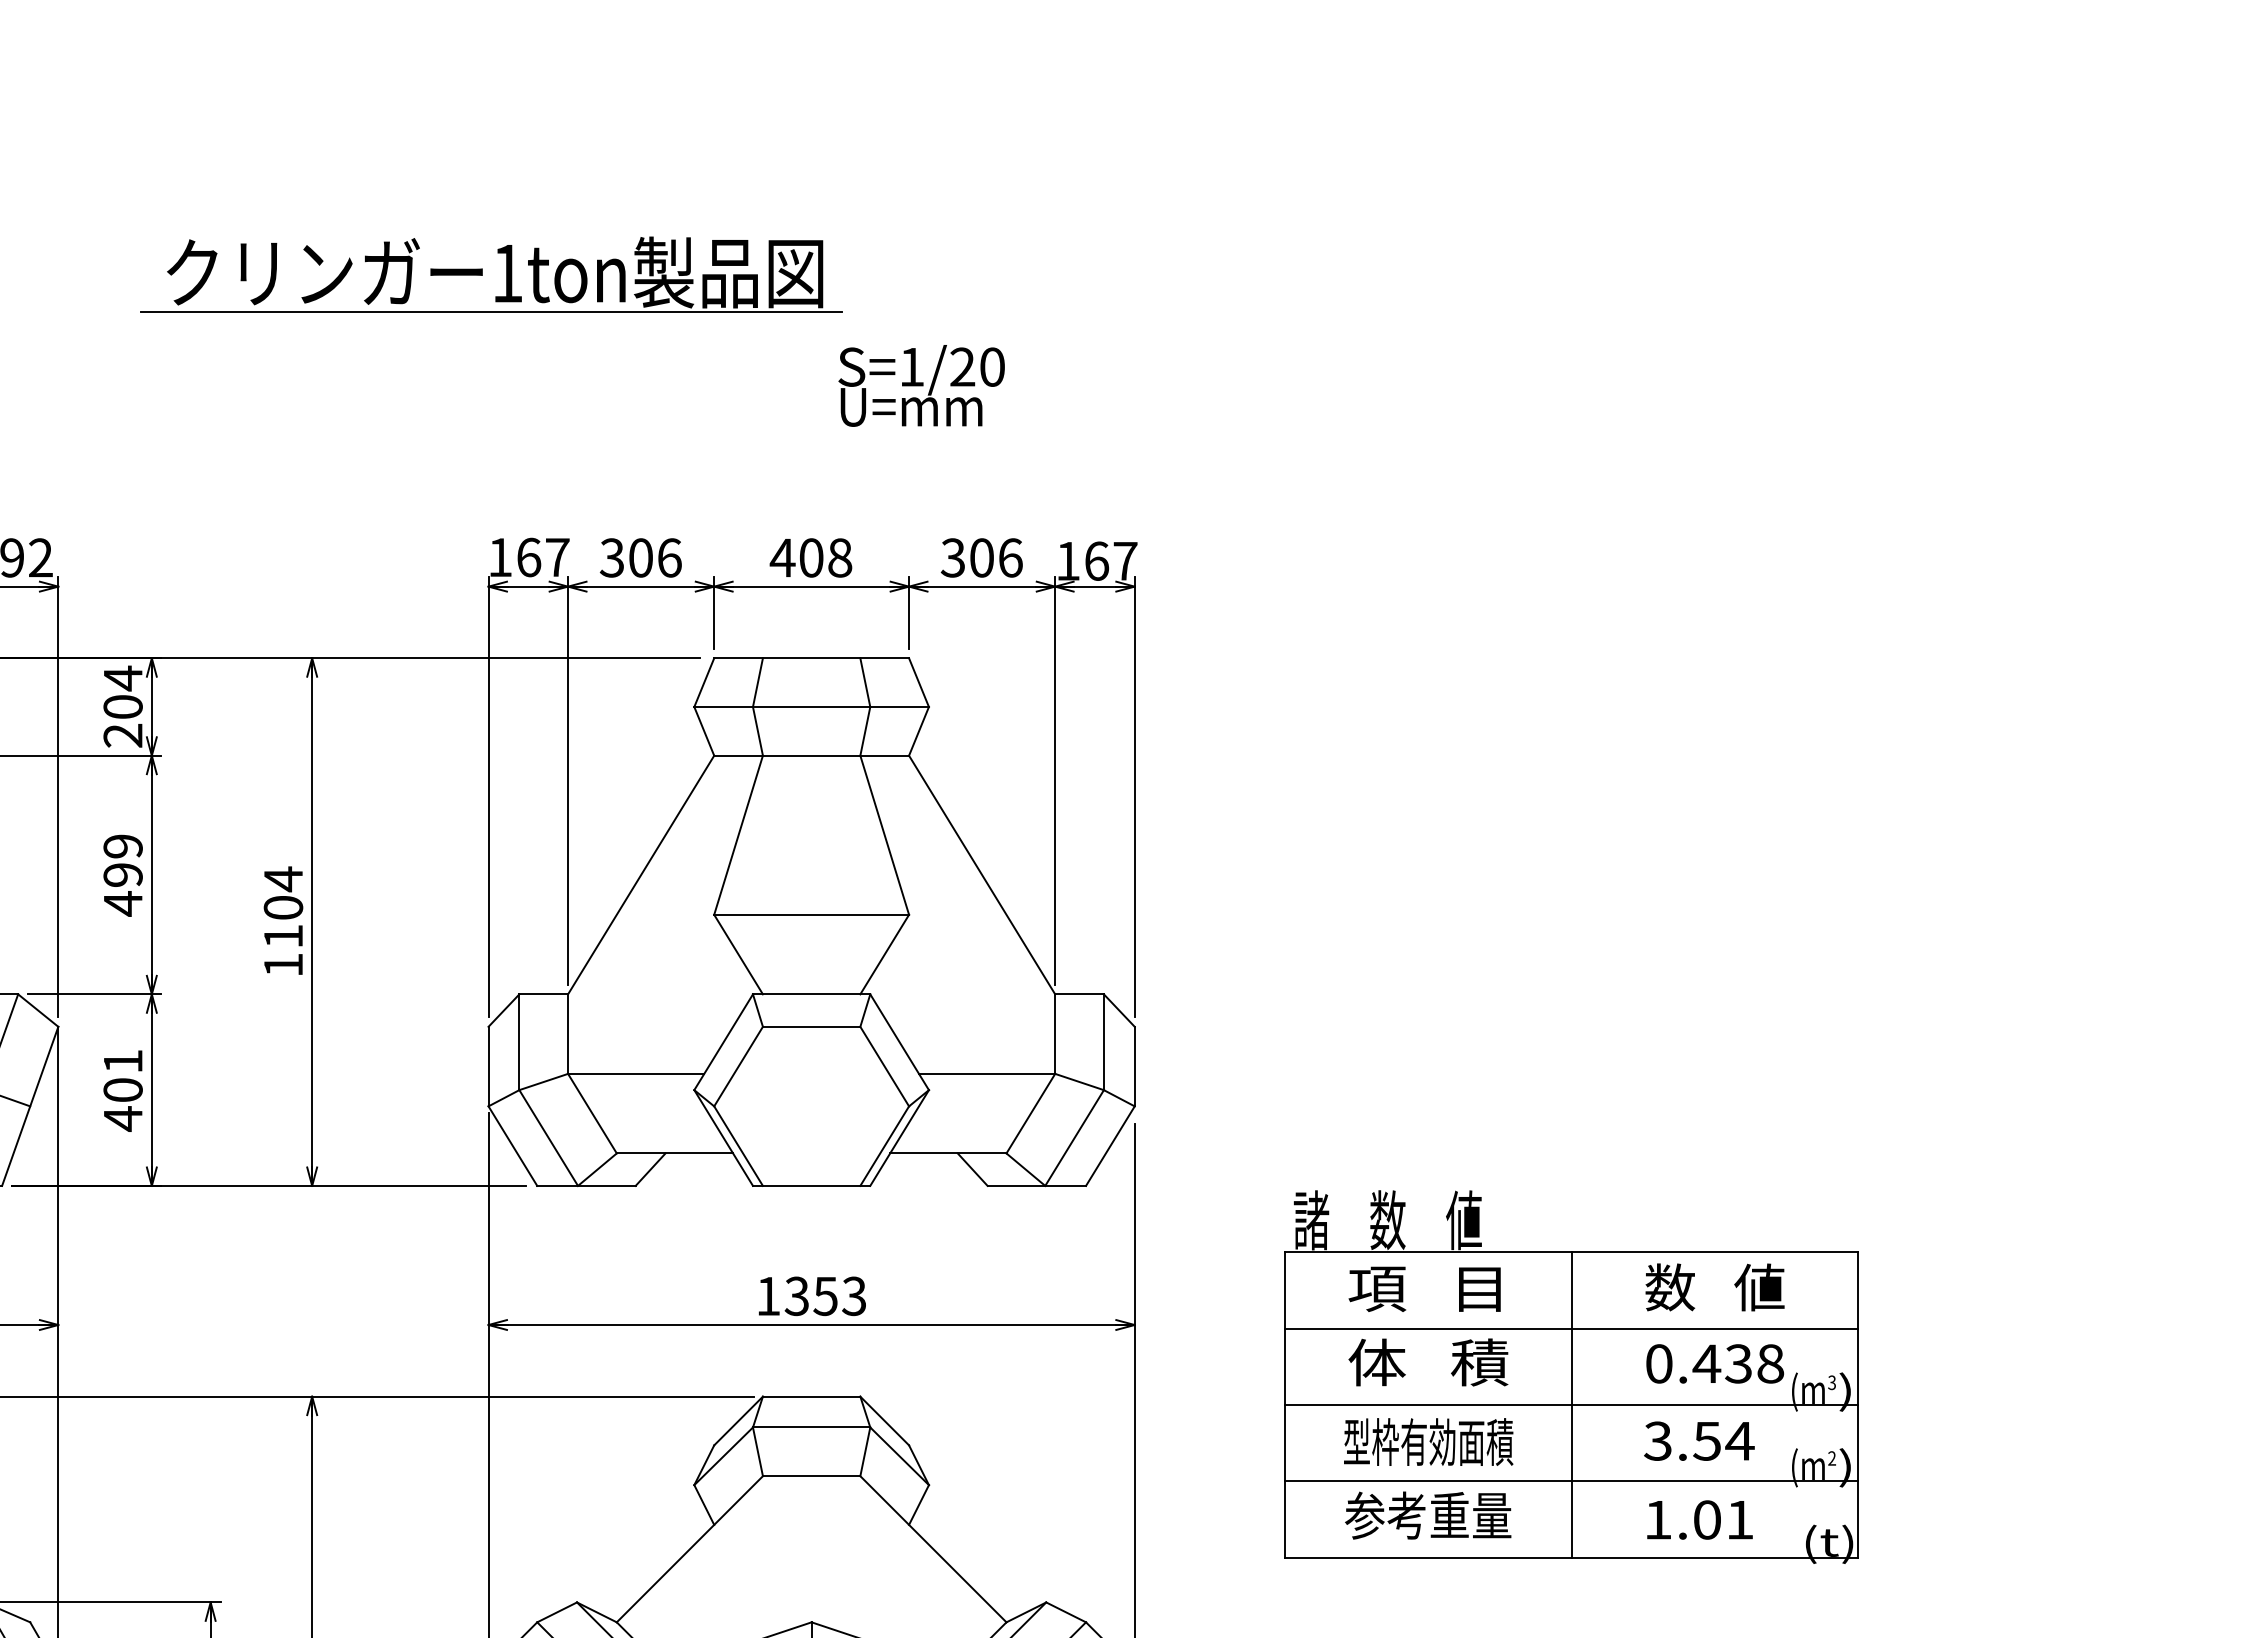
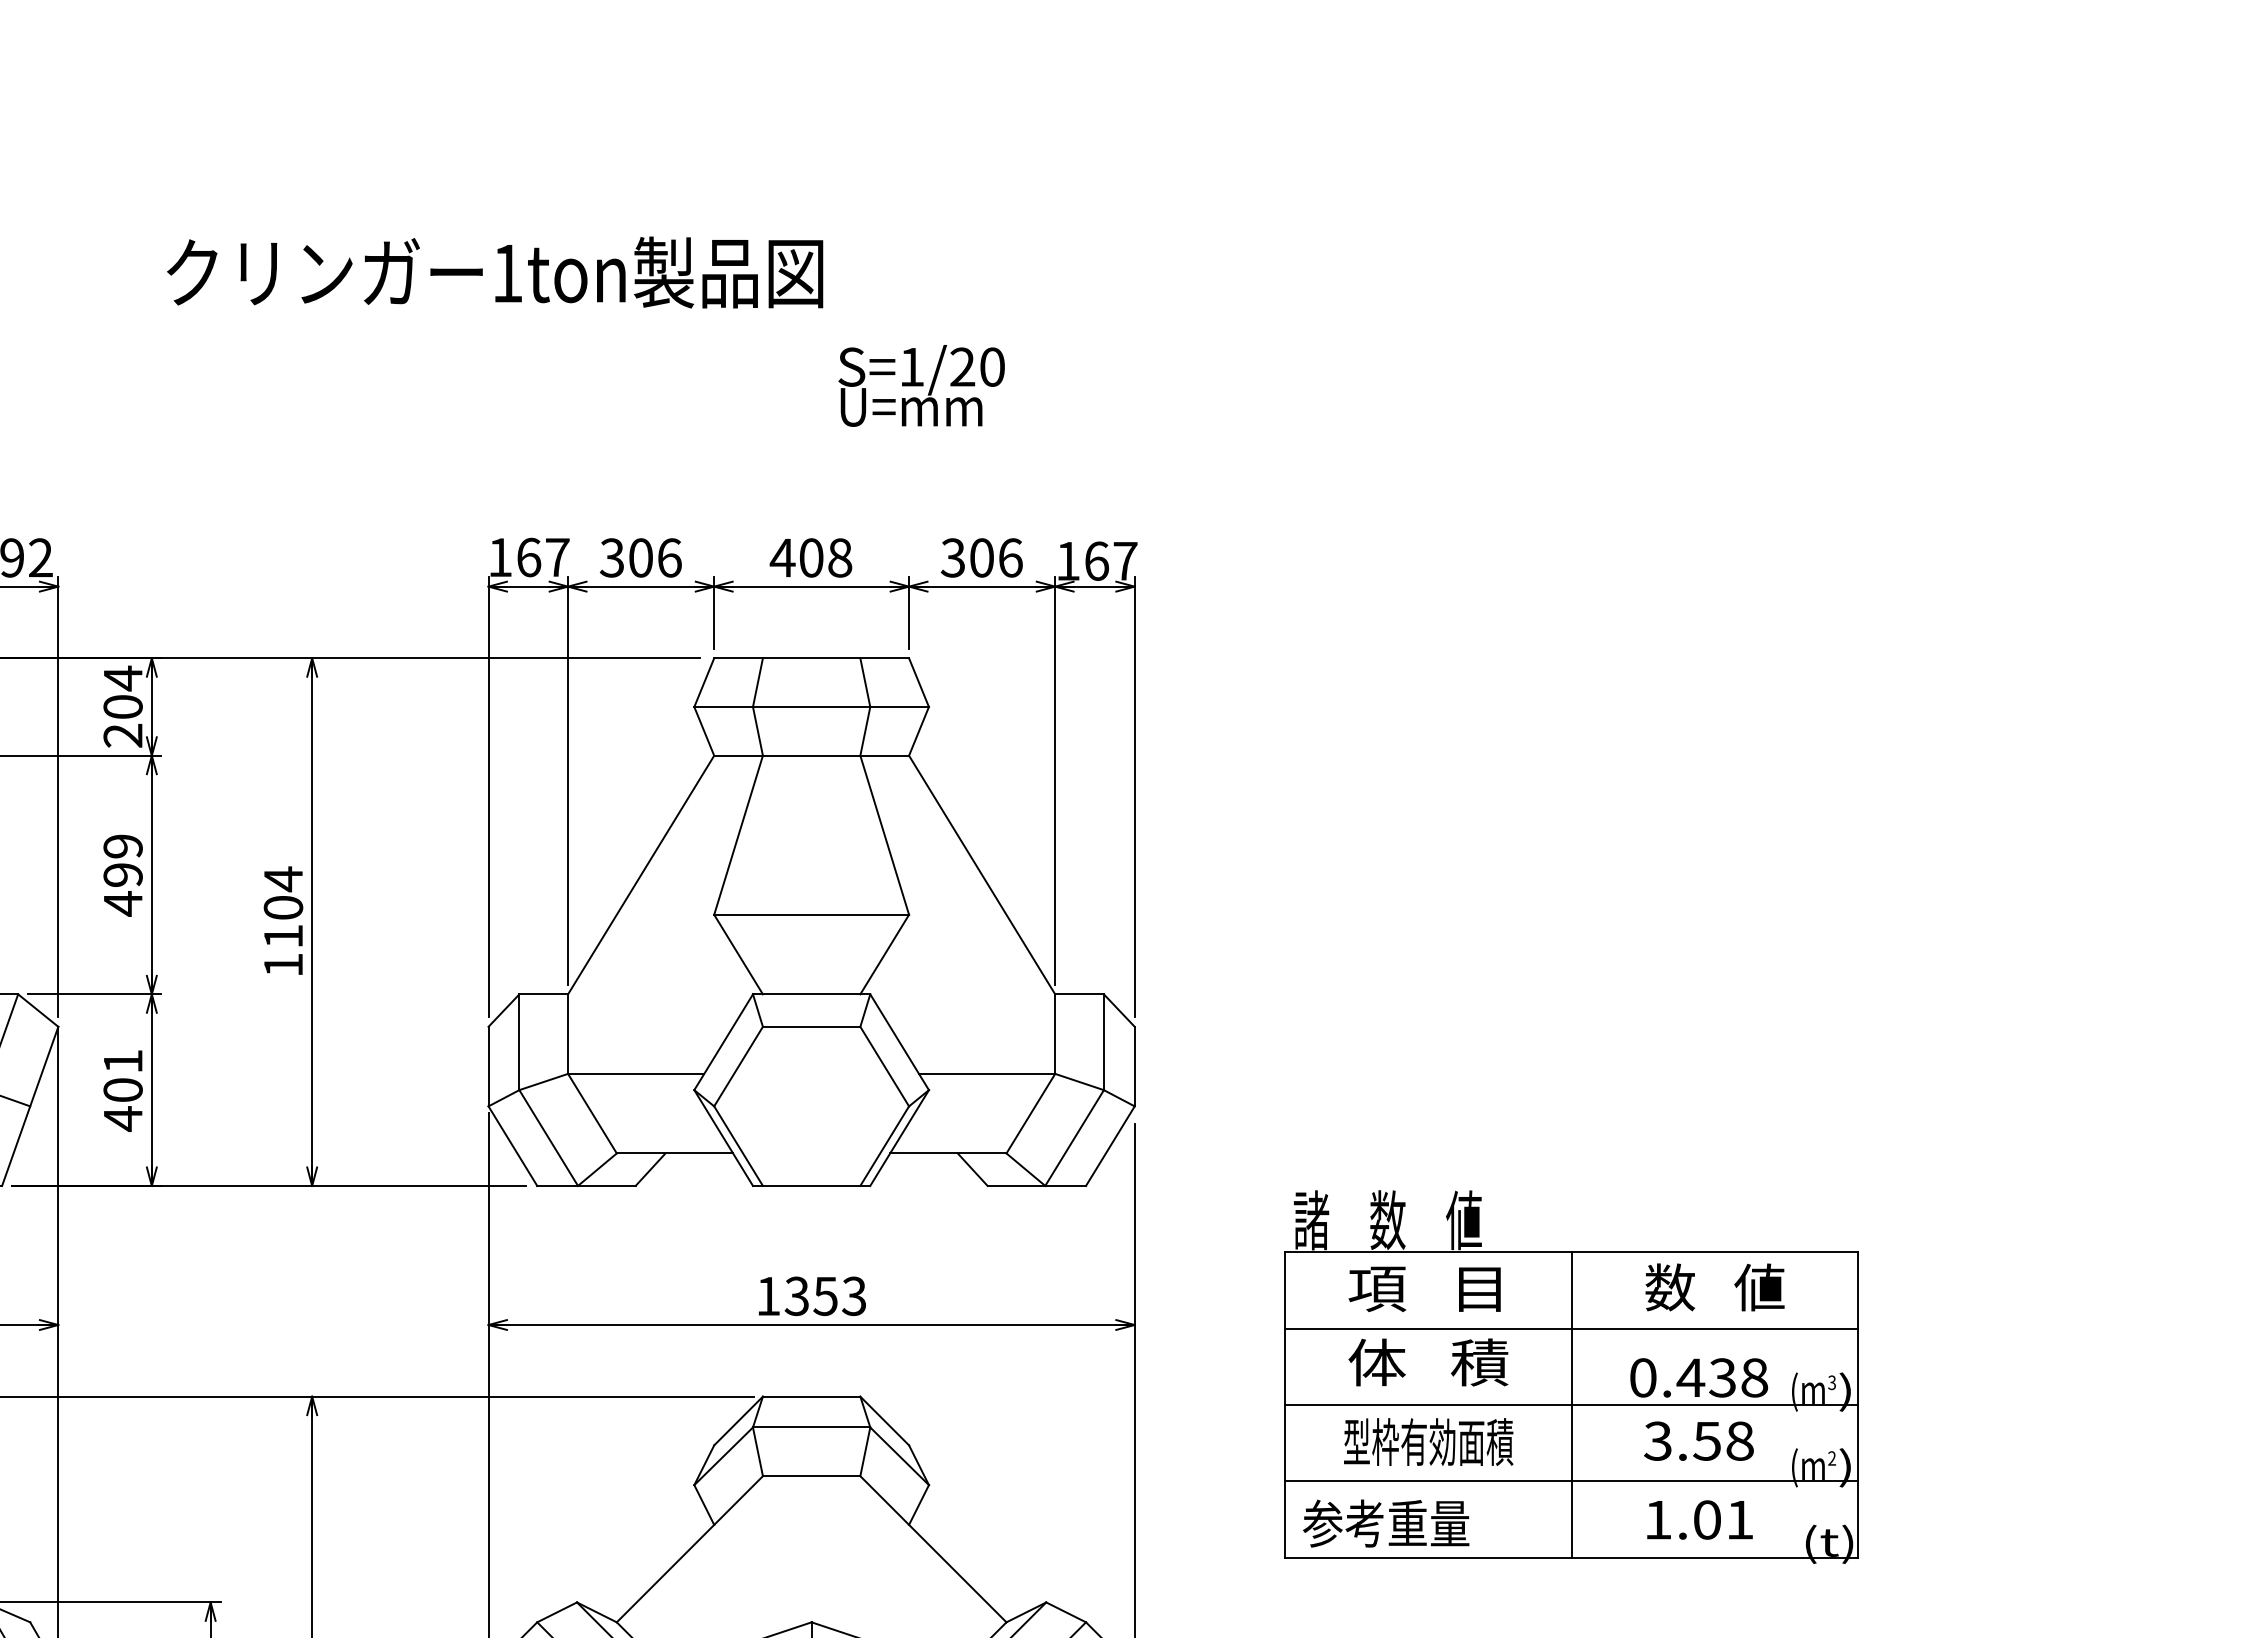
line at (491, 312): present -> none
text at (1715, 1363) position: (1715, 1363) -> (1699, 1377)
text at (1739, 1440): 3.54 -> 3.58
text at (1428, 1515) position: (1428, 1515) -> (1386, 1523)
